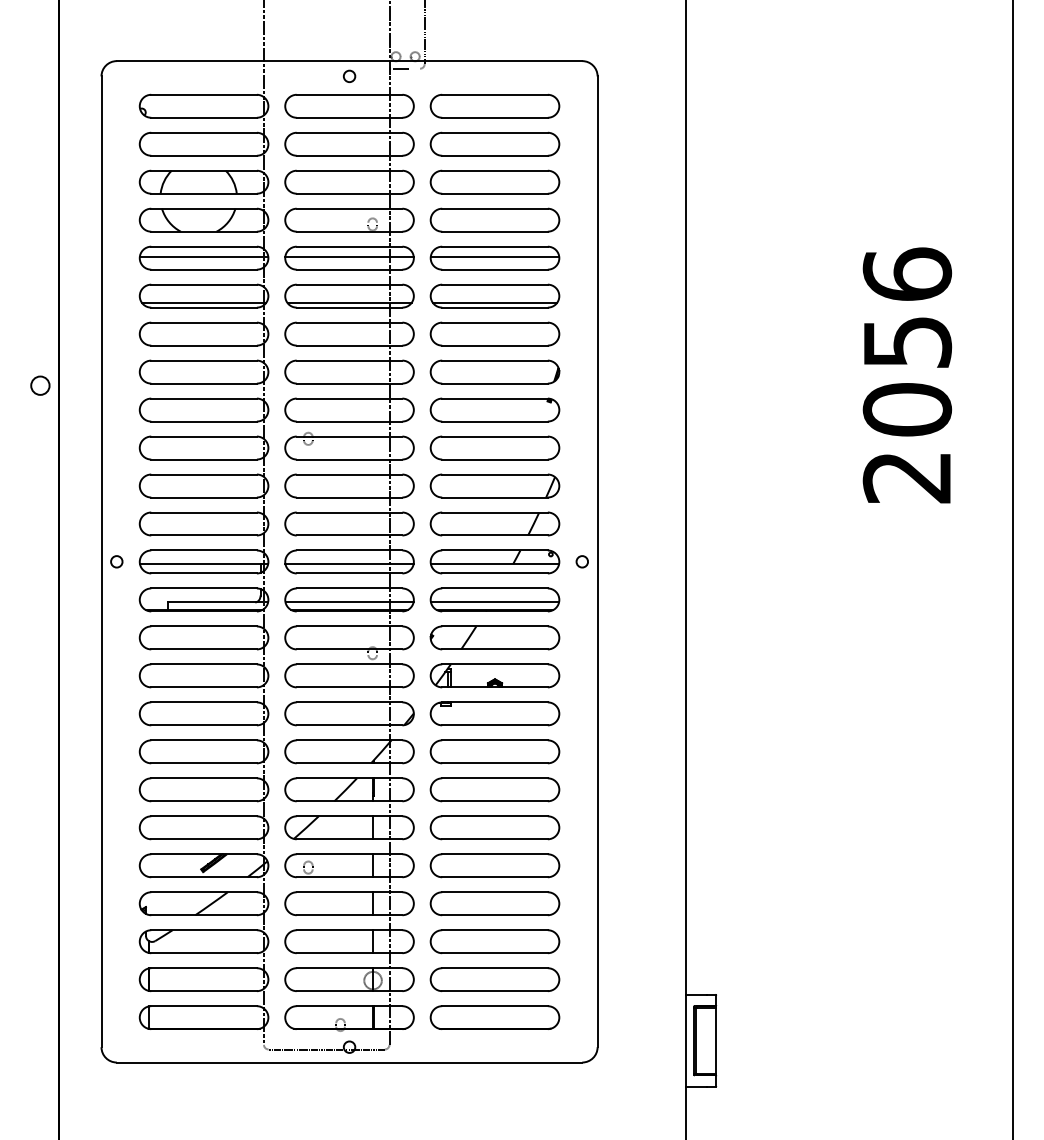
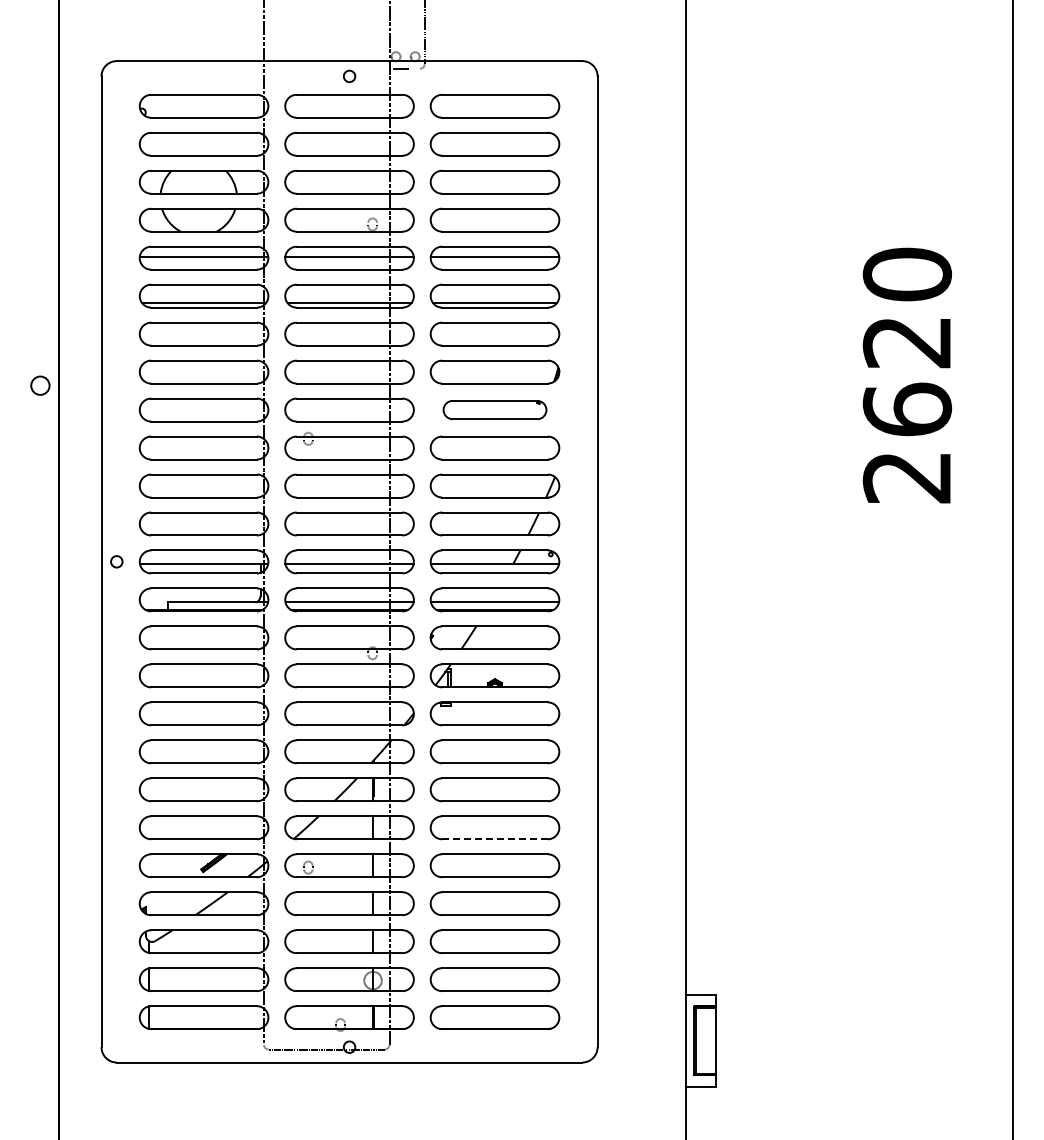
text at (907, 341): 2056 -> 2620
part at (494, 409) size: 132x26 px -> 106x21 px
circle at (581, 561): present -> none
line at (495, 839): solid -> dashed
